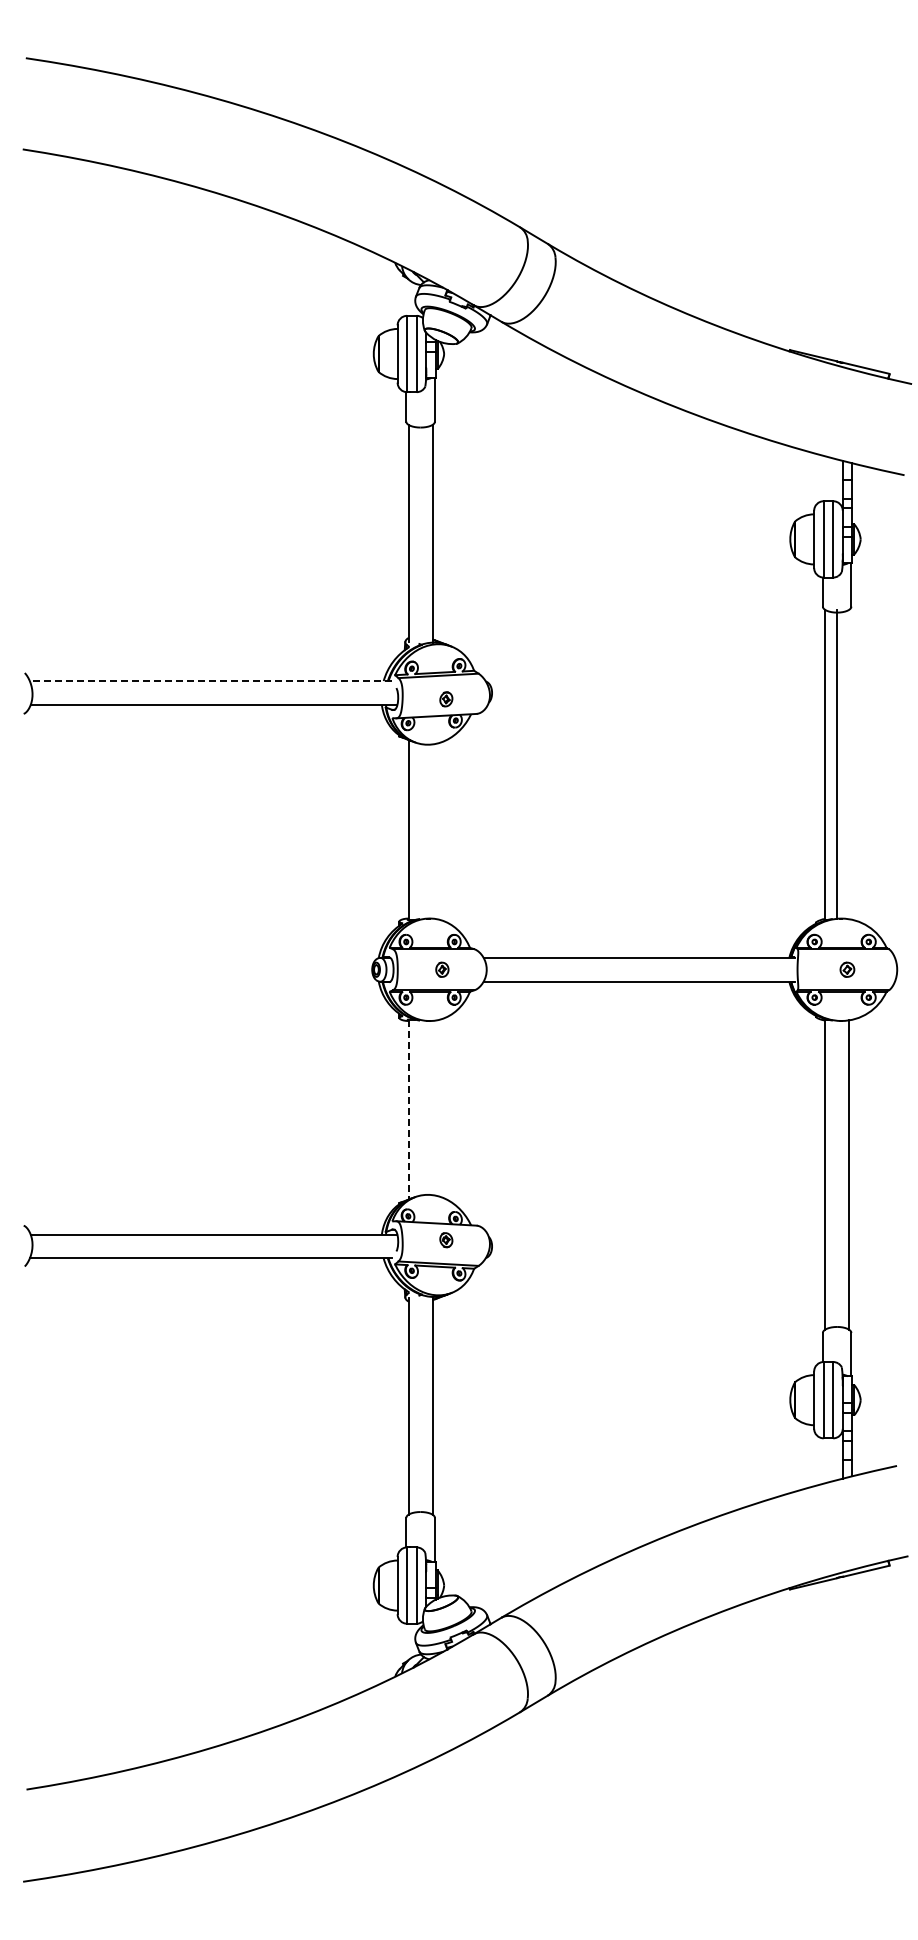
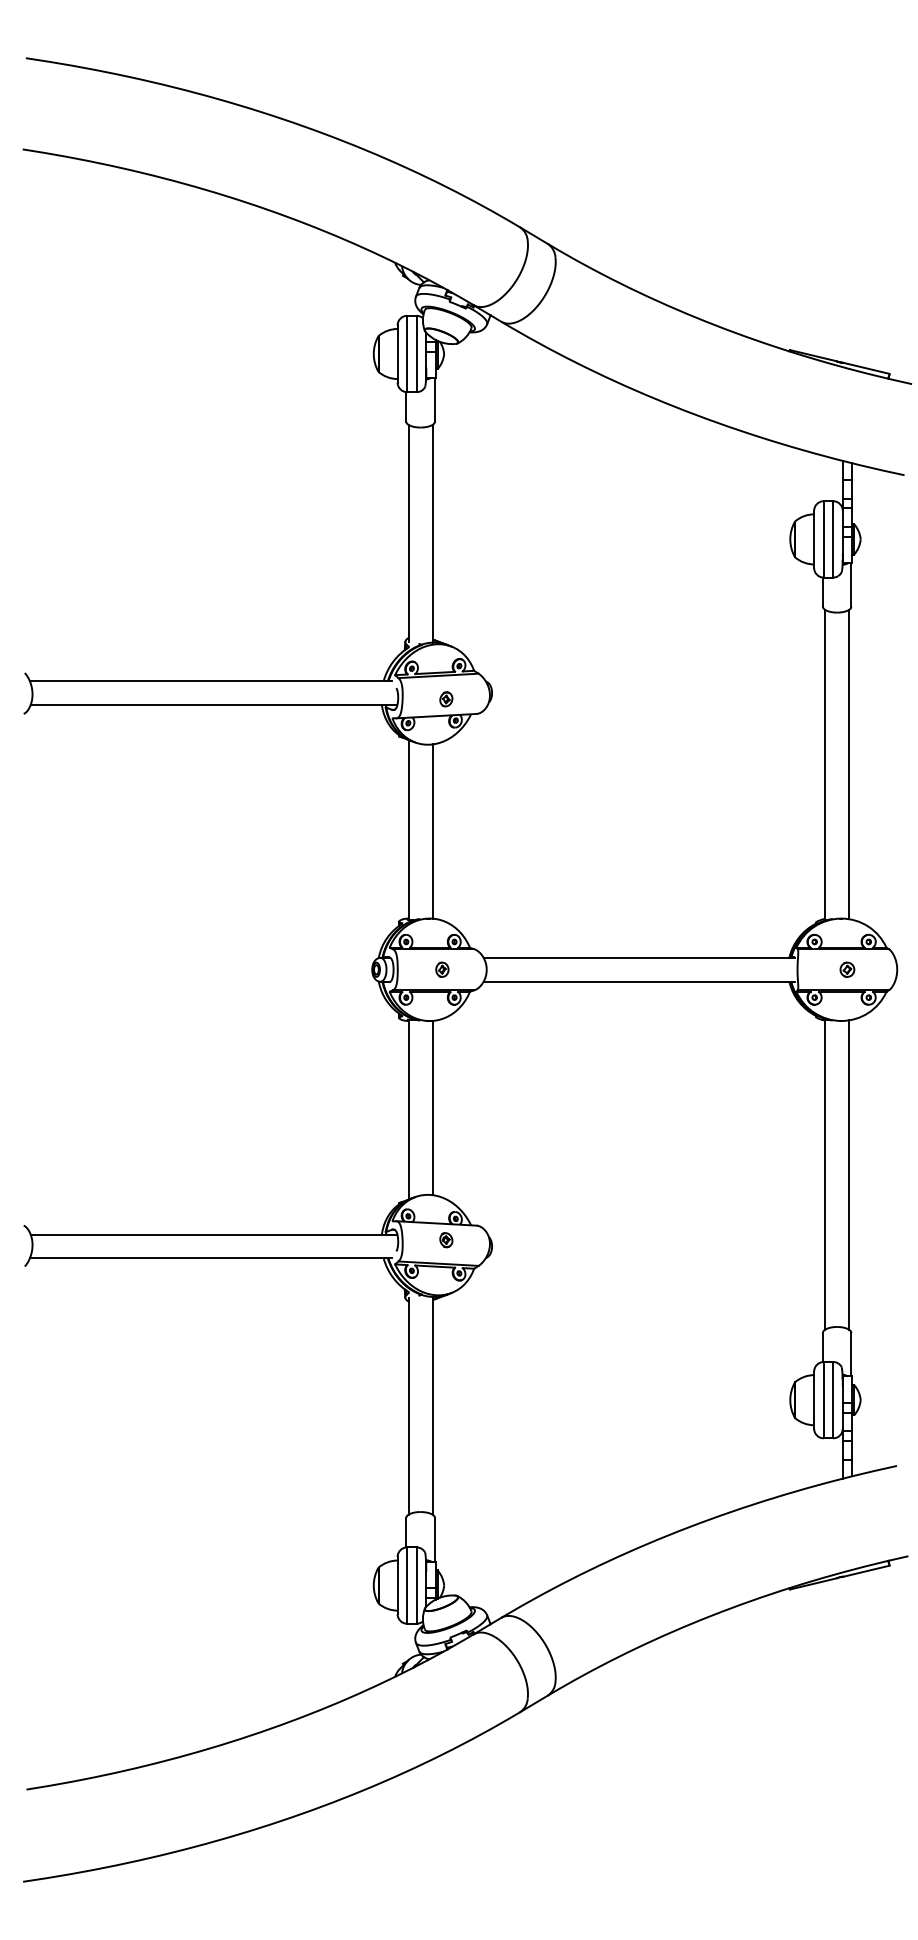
line at (210, 681): dashed -> solid
line at (837, 764) position: (837, 764) -> (849, 764)
line at (432, 831): none -> present
line at (432, 1107): none -> present
line at (408, 1109): dashed -> solid
